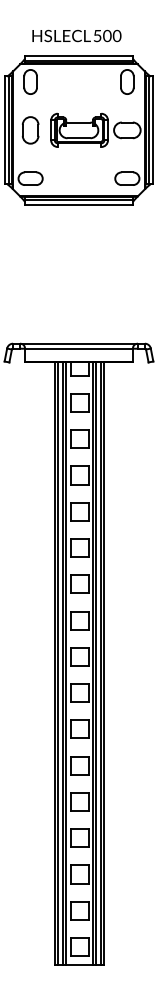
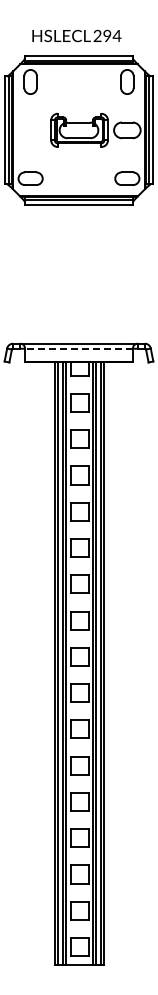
text at (107, 35): 500 -> 294
part at (30, 130): present -> none
line at (79, 348): solid -> dashed
